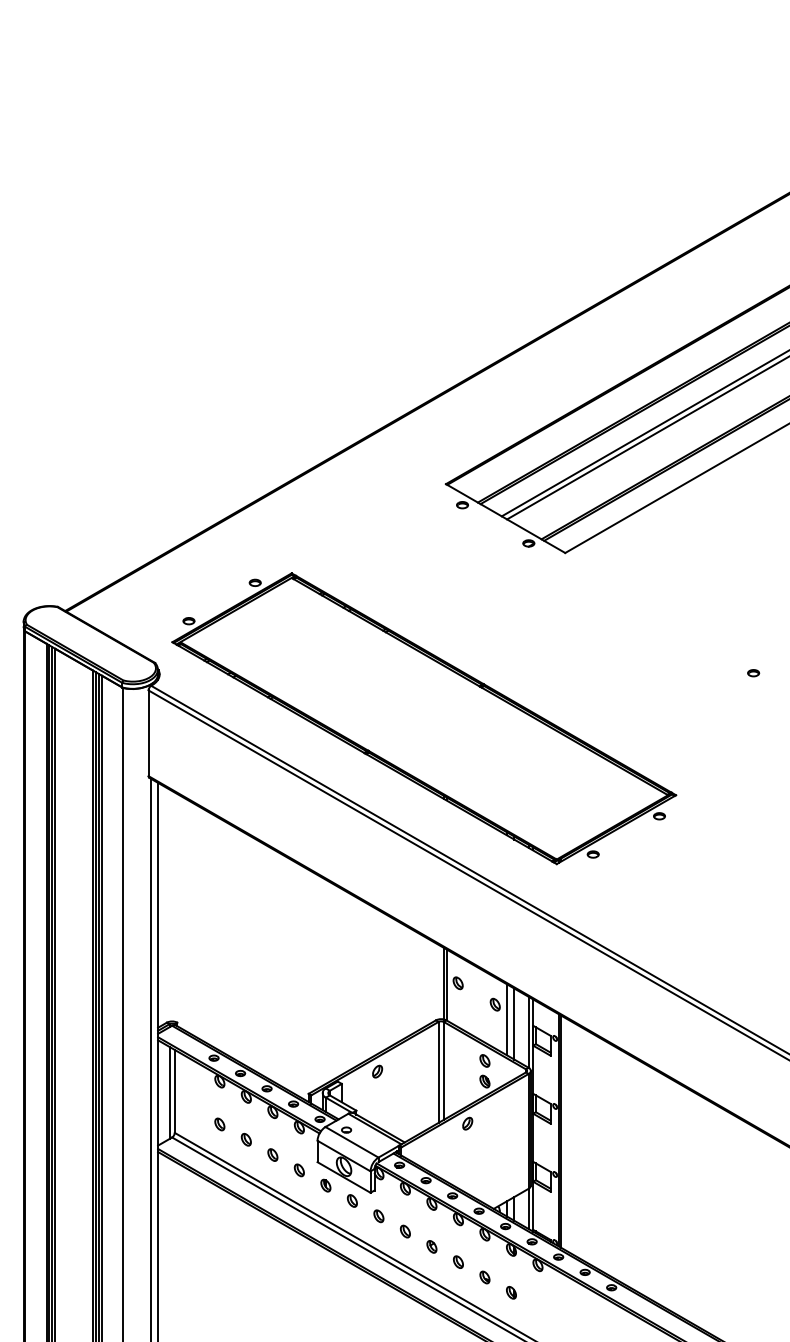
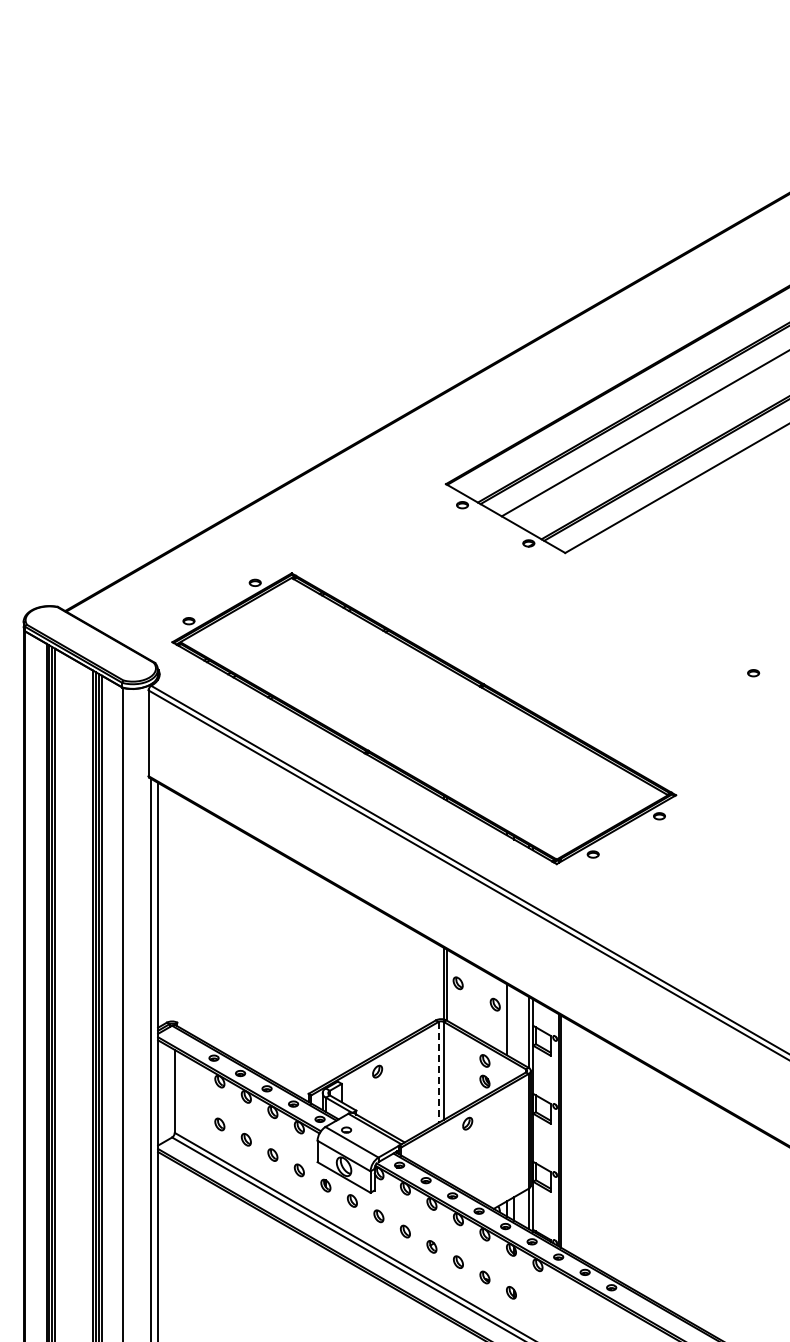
line at (646, 438): present -> none
line at (514, 1023): present -> none
line at (438, 1072): solid -> dashed
line at (169, 1092): present -> none
